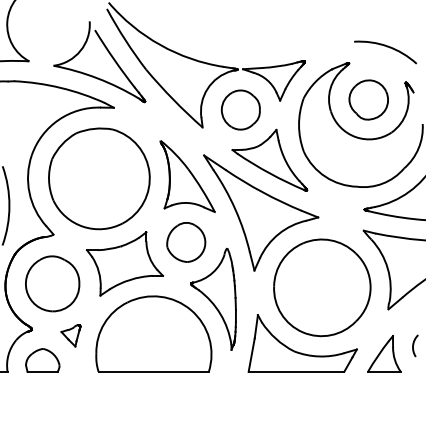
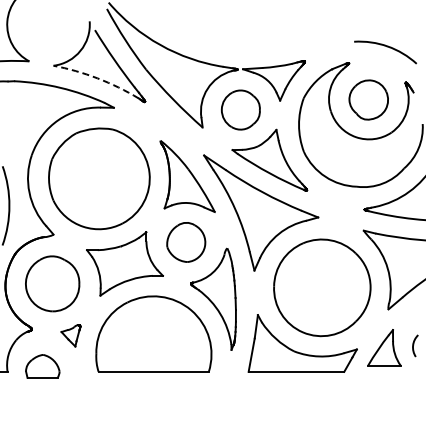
arc at (97, 78): solid -> dashed
part at (384, 353) position: (384, 353) -> (384, 347)
part at (42, 360) position: (42, 360) -> (42, 366)
